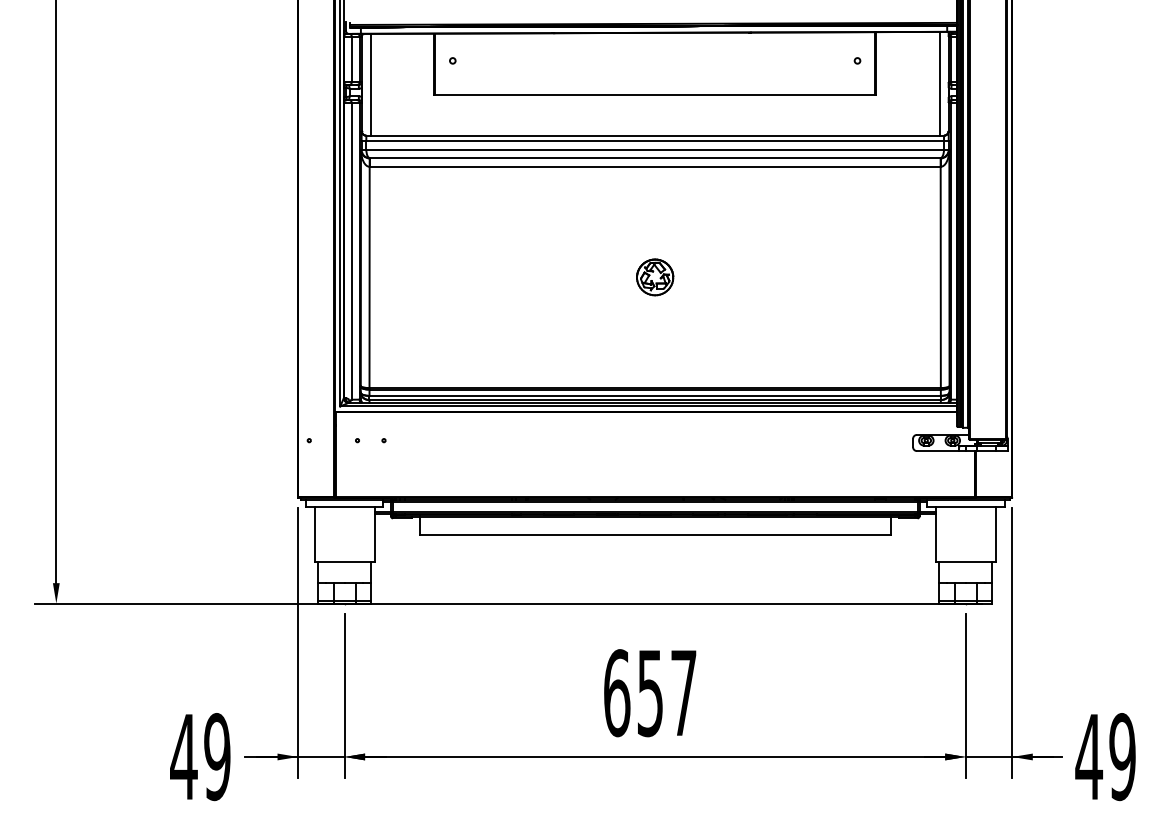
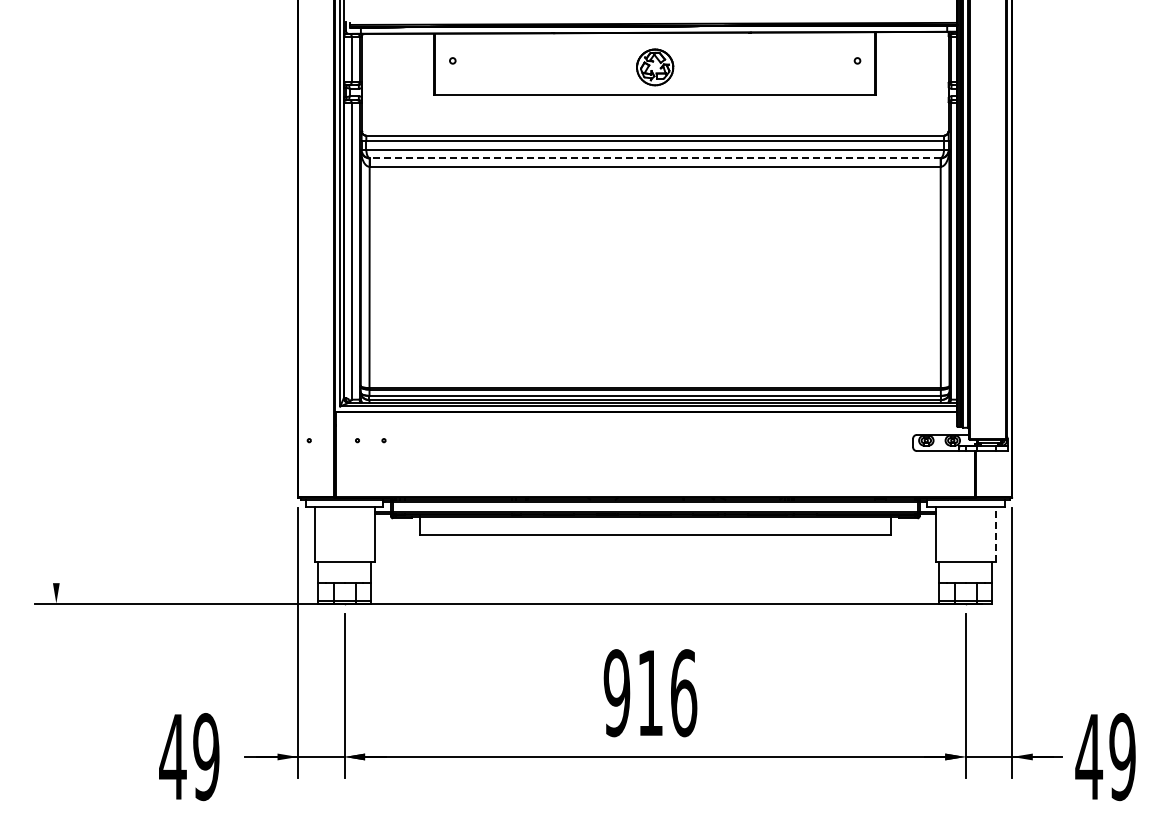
line at (939, 83): present -> none
line at (370, 84): present -> none
line at (654, 158): solid -> dashed
part at (655, 277) position: (655, 277) -> (655, 67)
line at (56, 292): present -> none
line at (995, 534): solid -> dashed
text at (650, 693): 657 -> 916
text at (200, 757) position: (200, 757) -> (189, 757)
